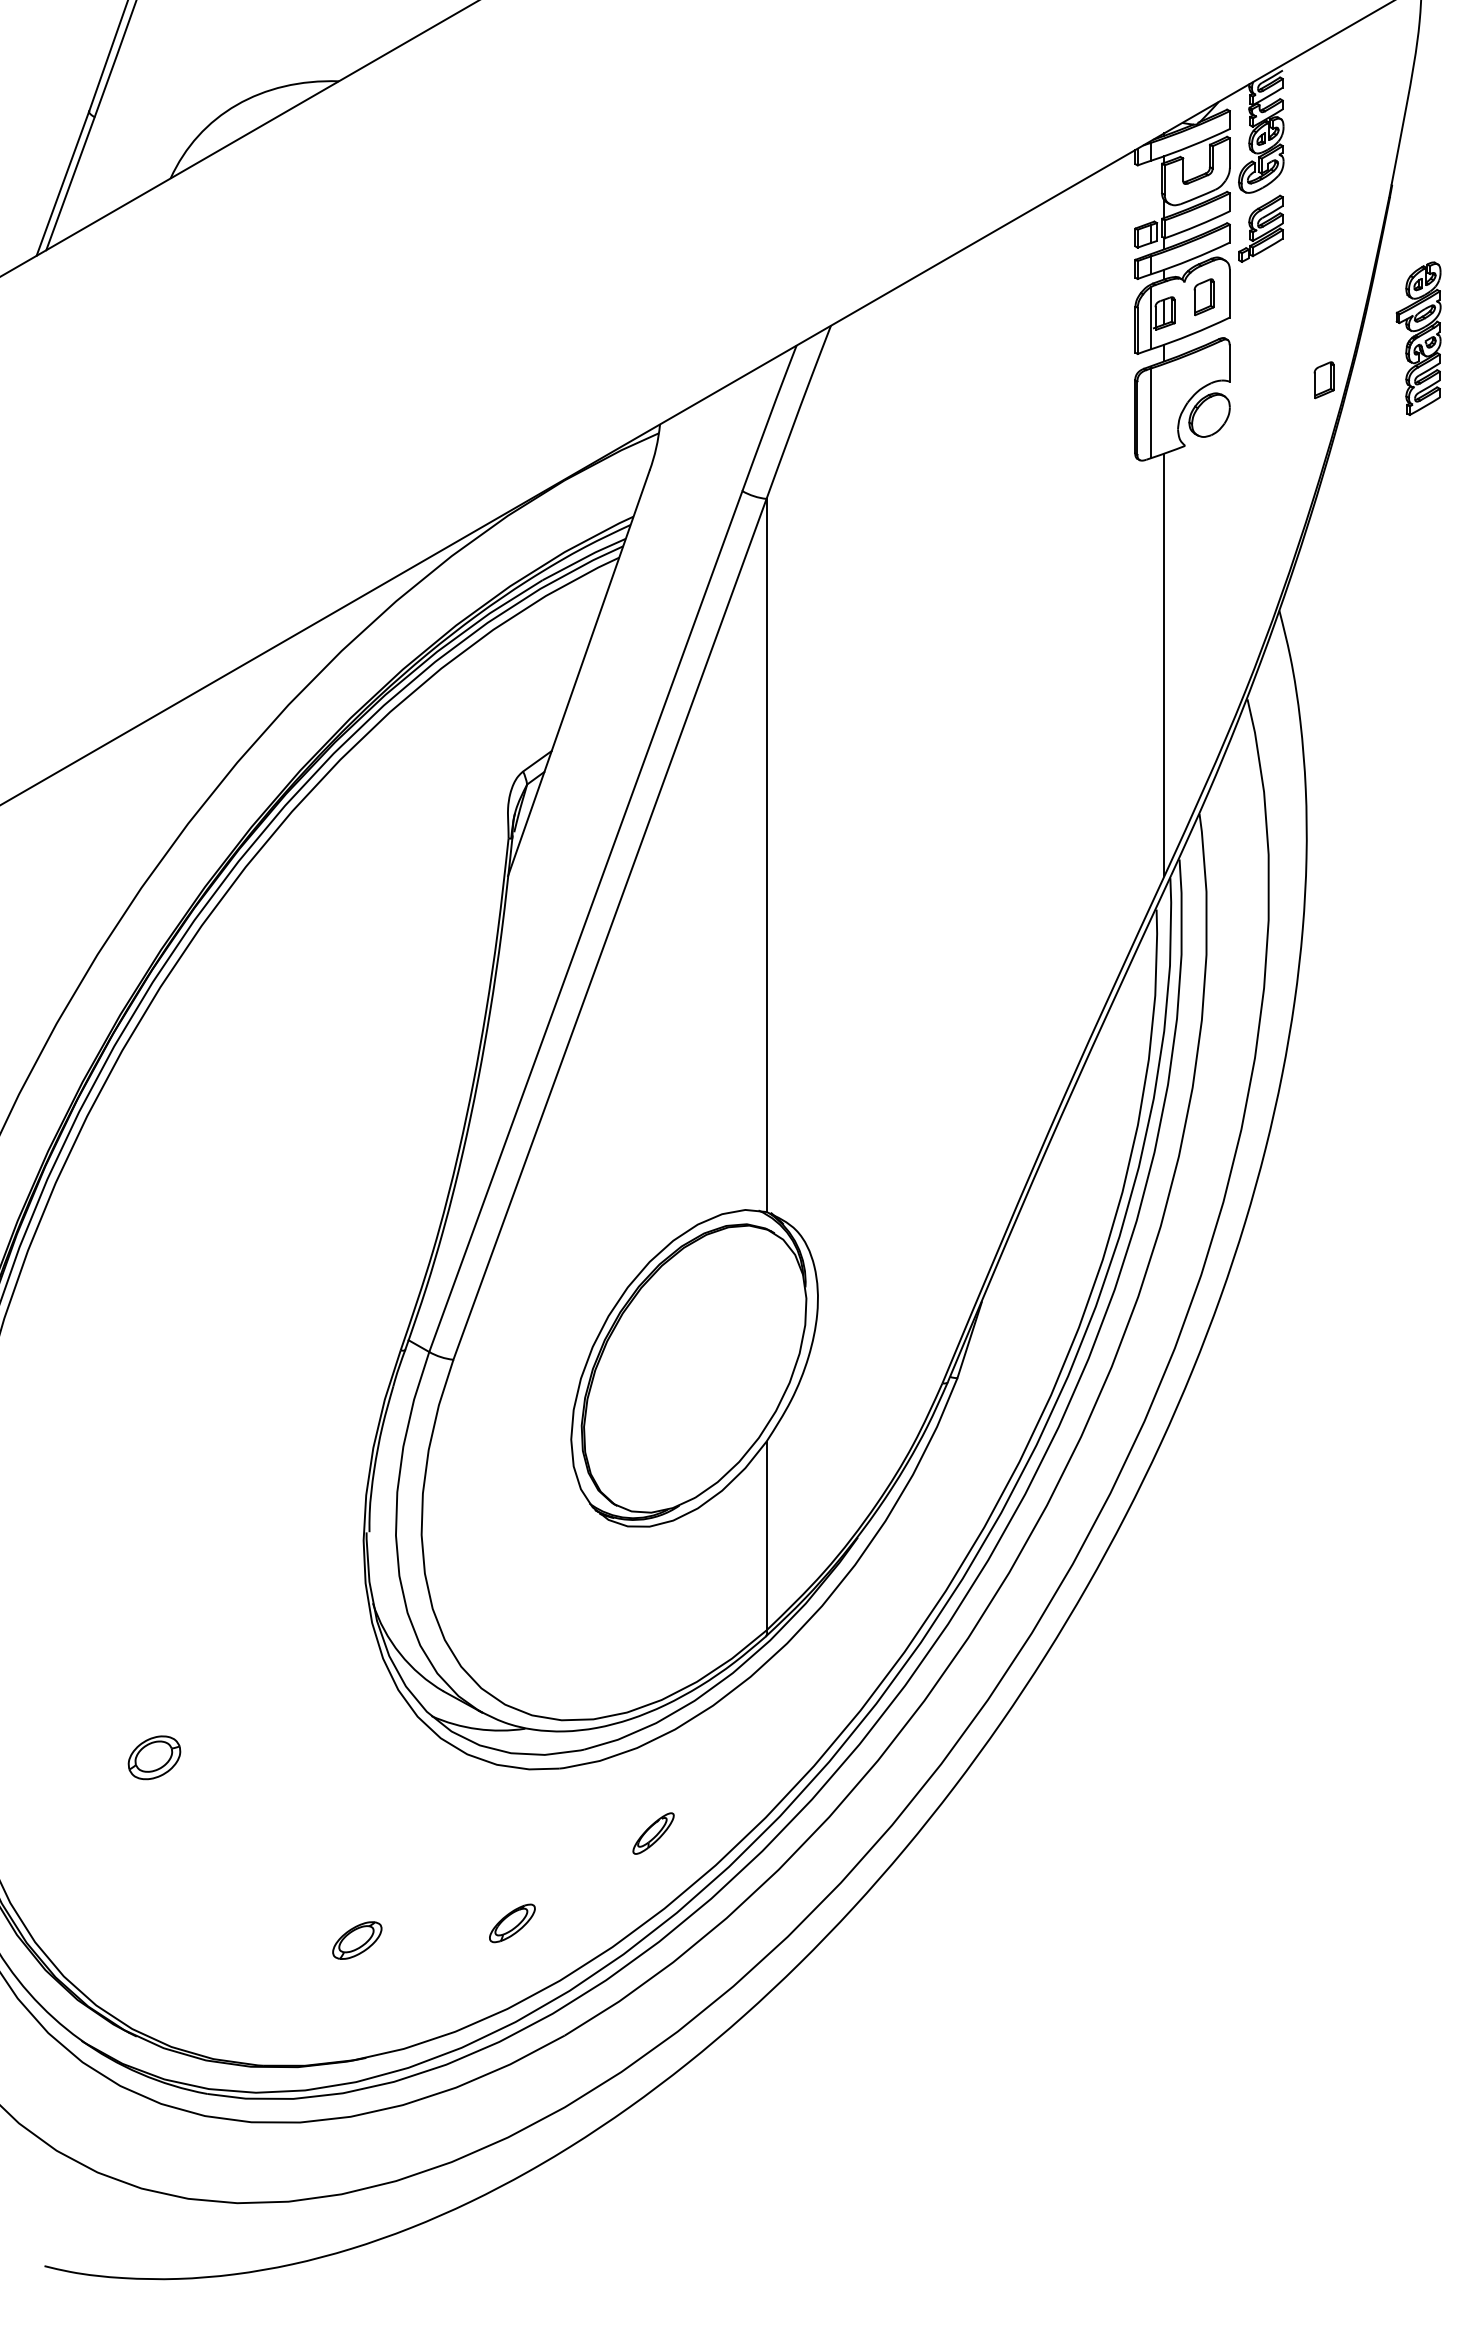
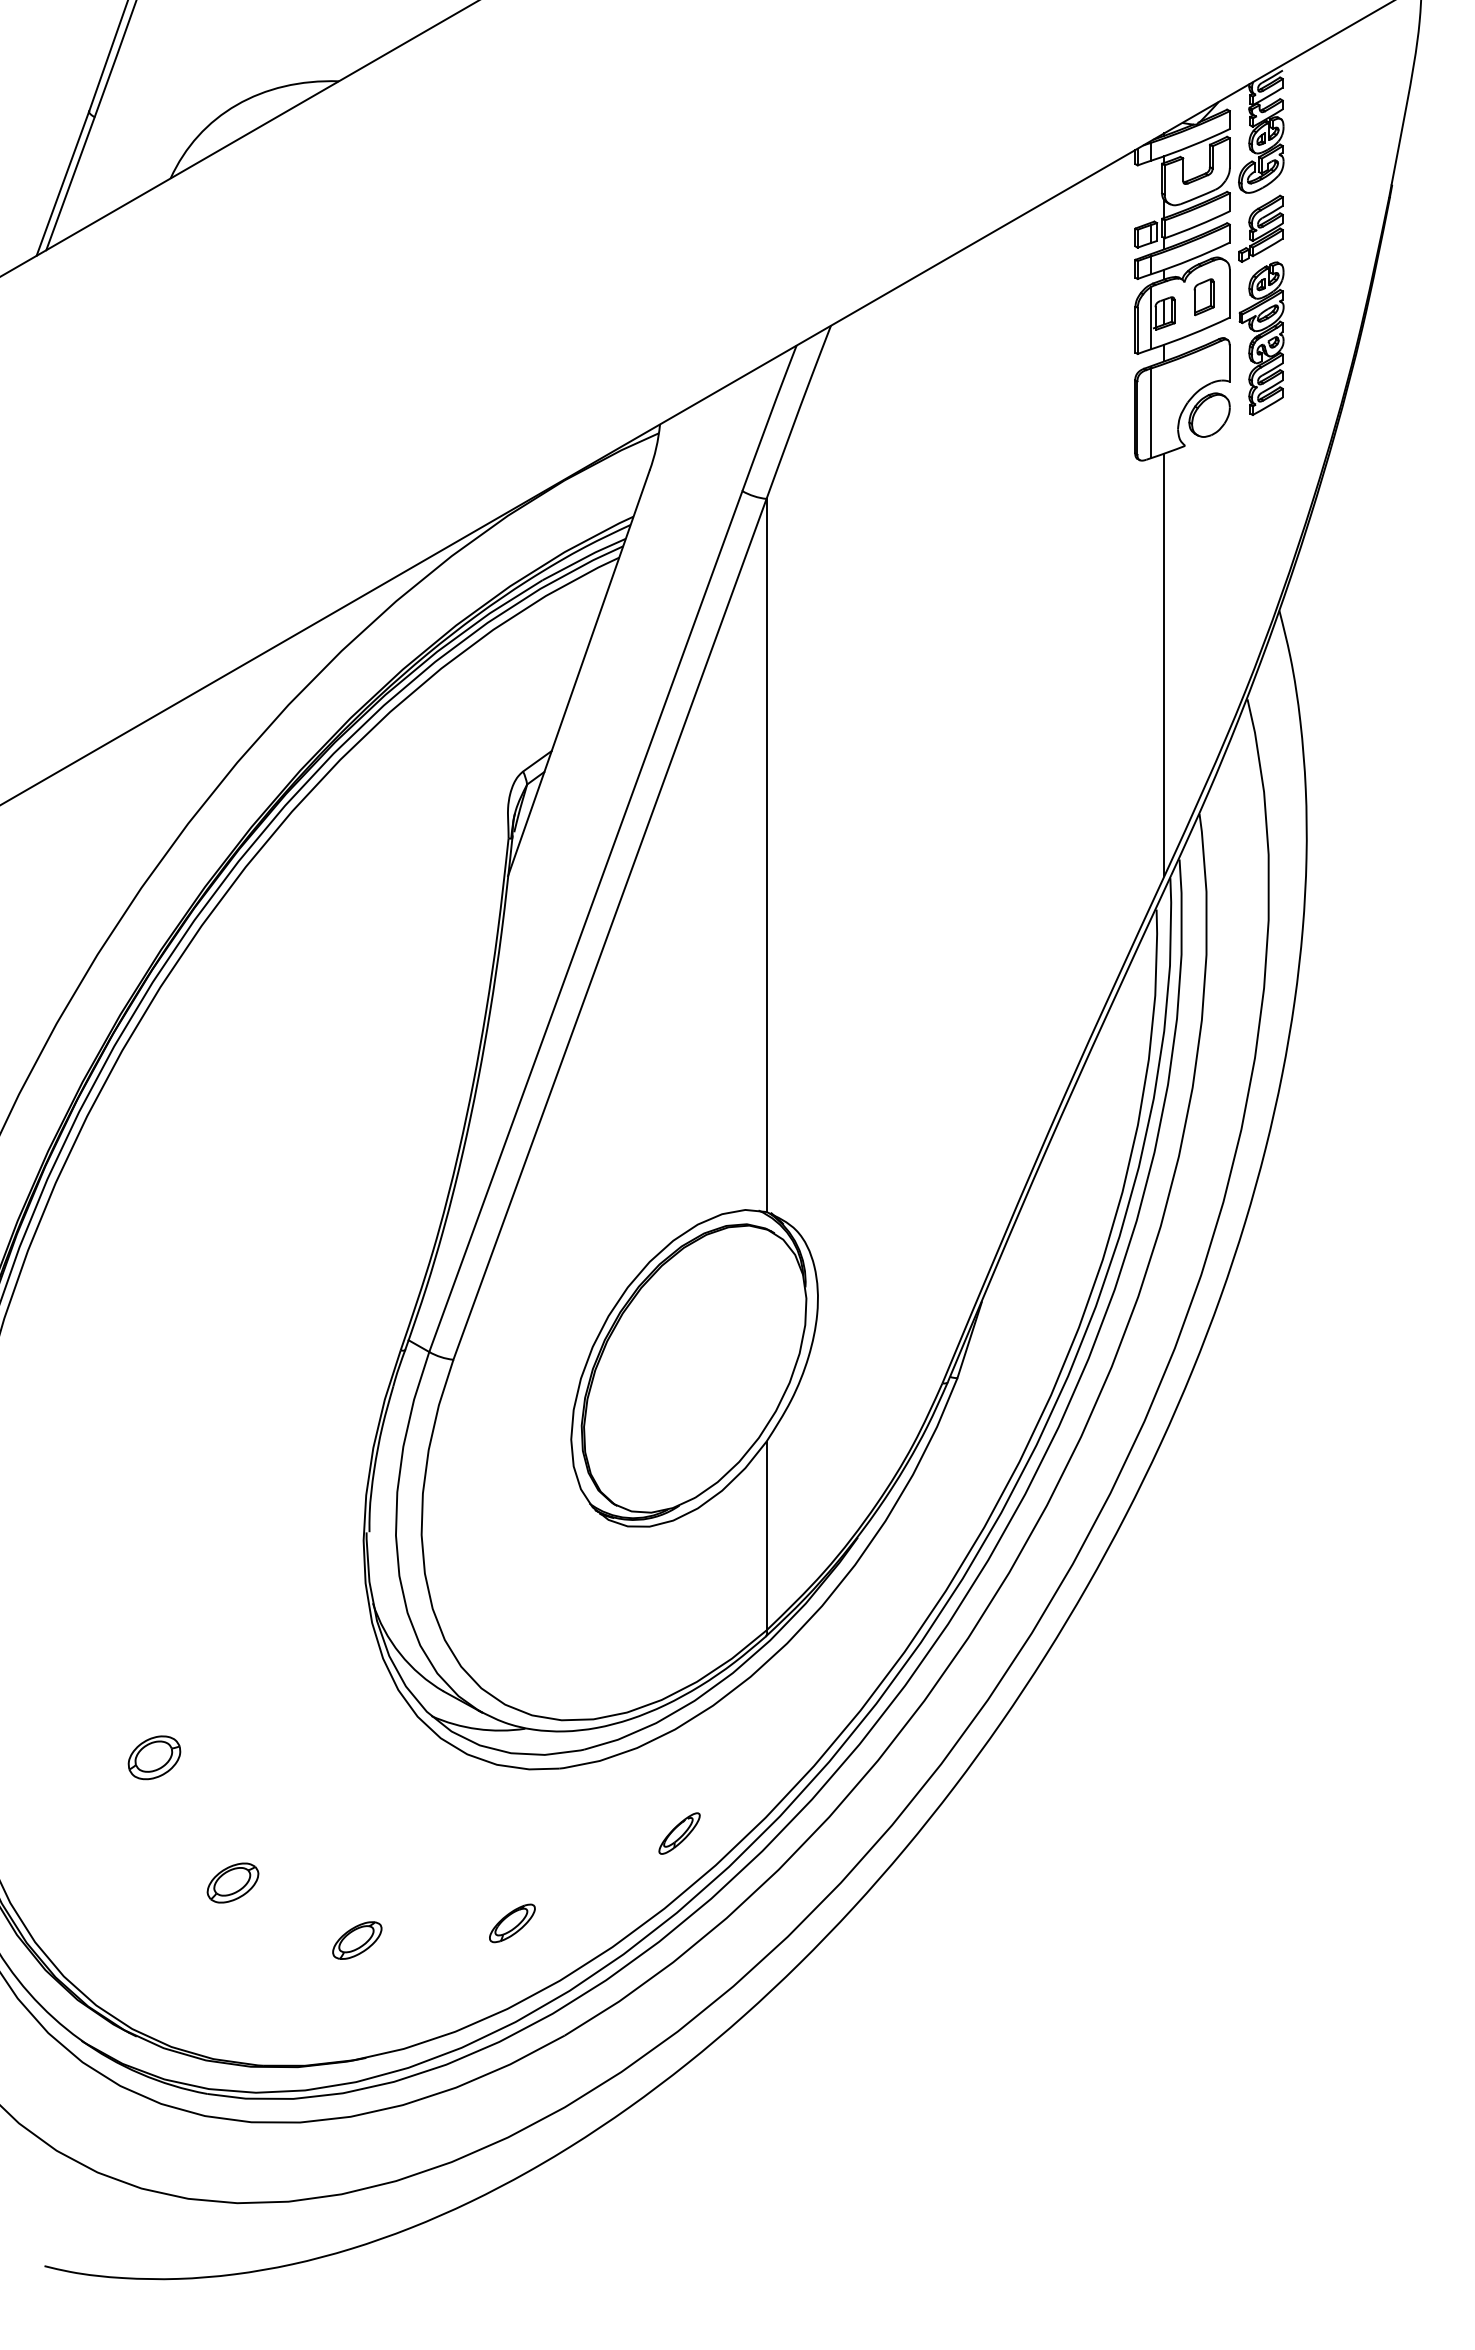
part at (1418, 338) position: (1418, 338) -> (1261, 338)
part at (1323, 380): present -> none
part at (653, 1833) position: (653, 1833) -> (679, 1833)
part at (232, 1882): none -> present
